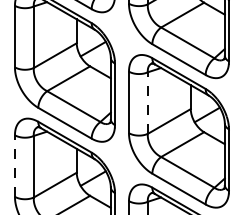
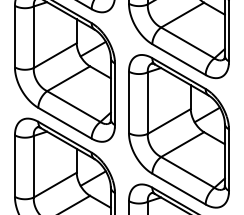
line at (147, 103): dashed -> solid
line at (14, 166): dashed -> solid
